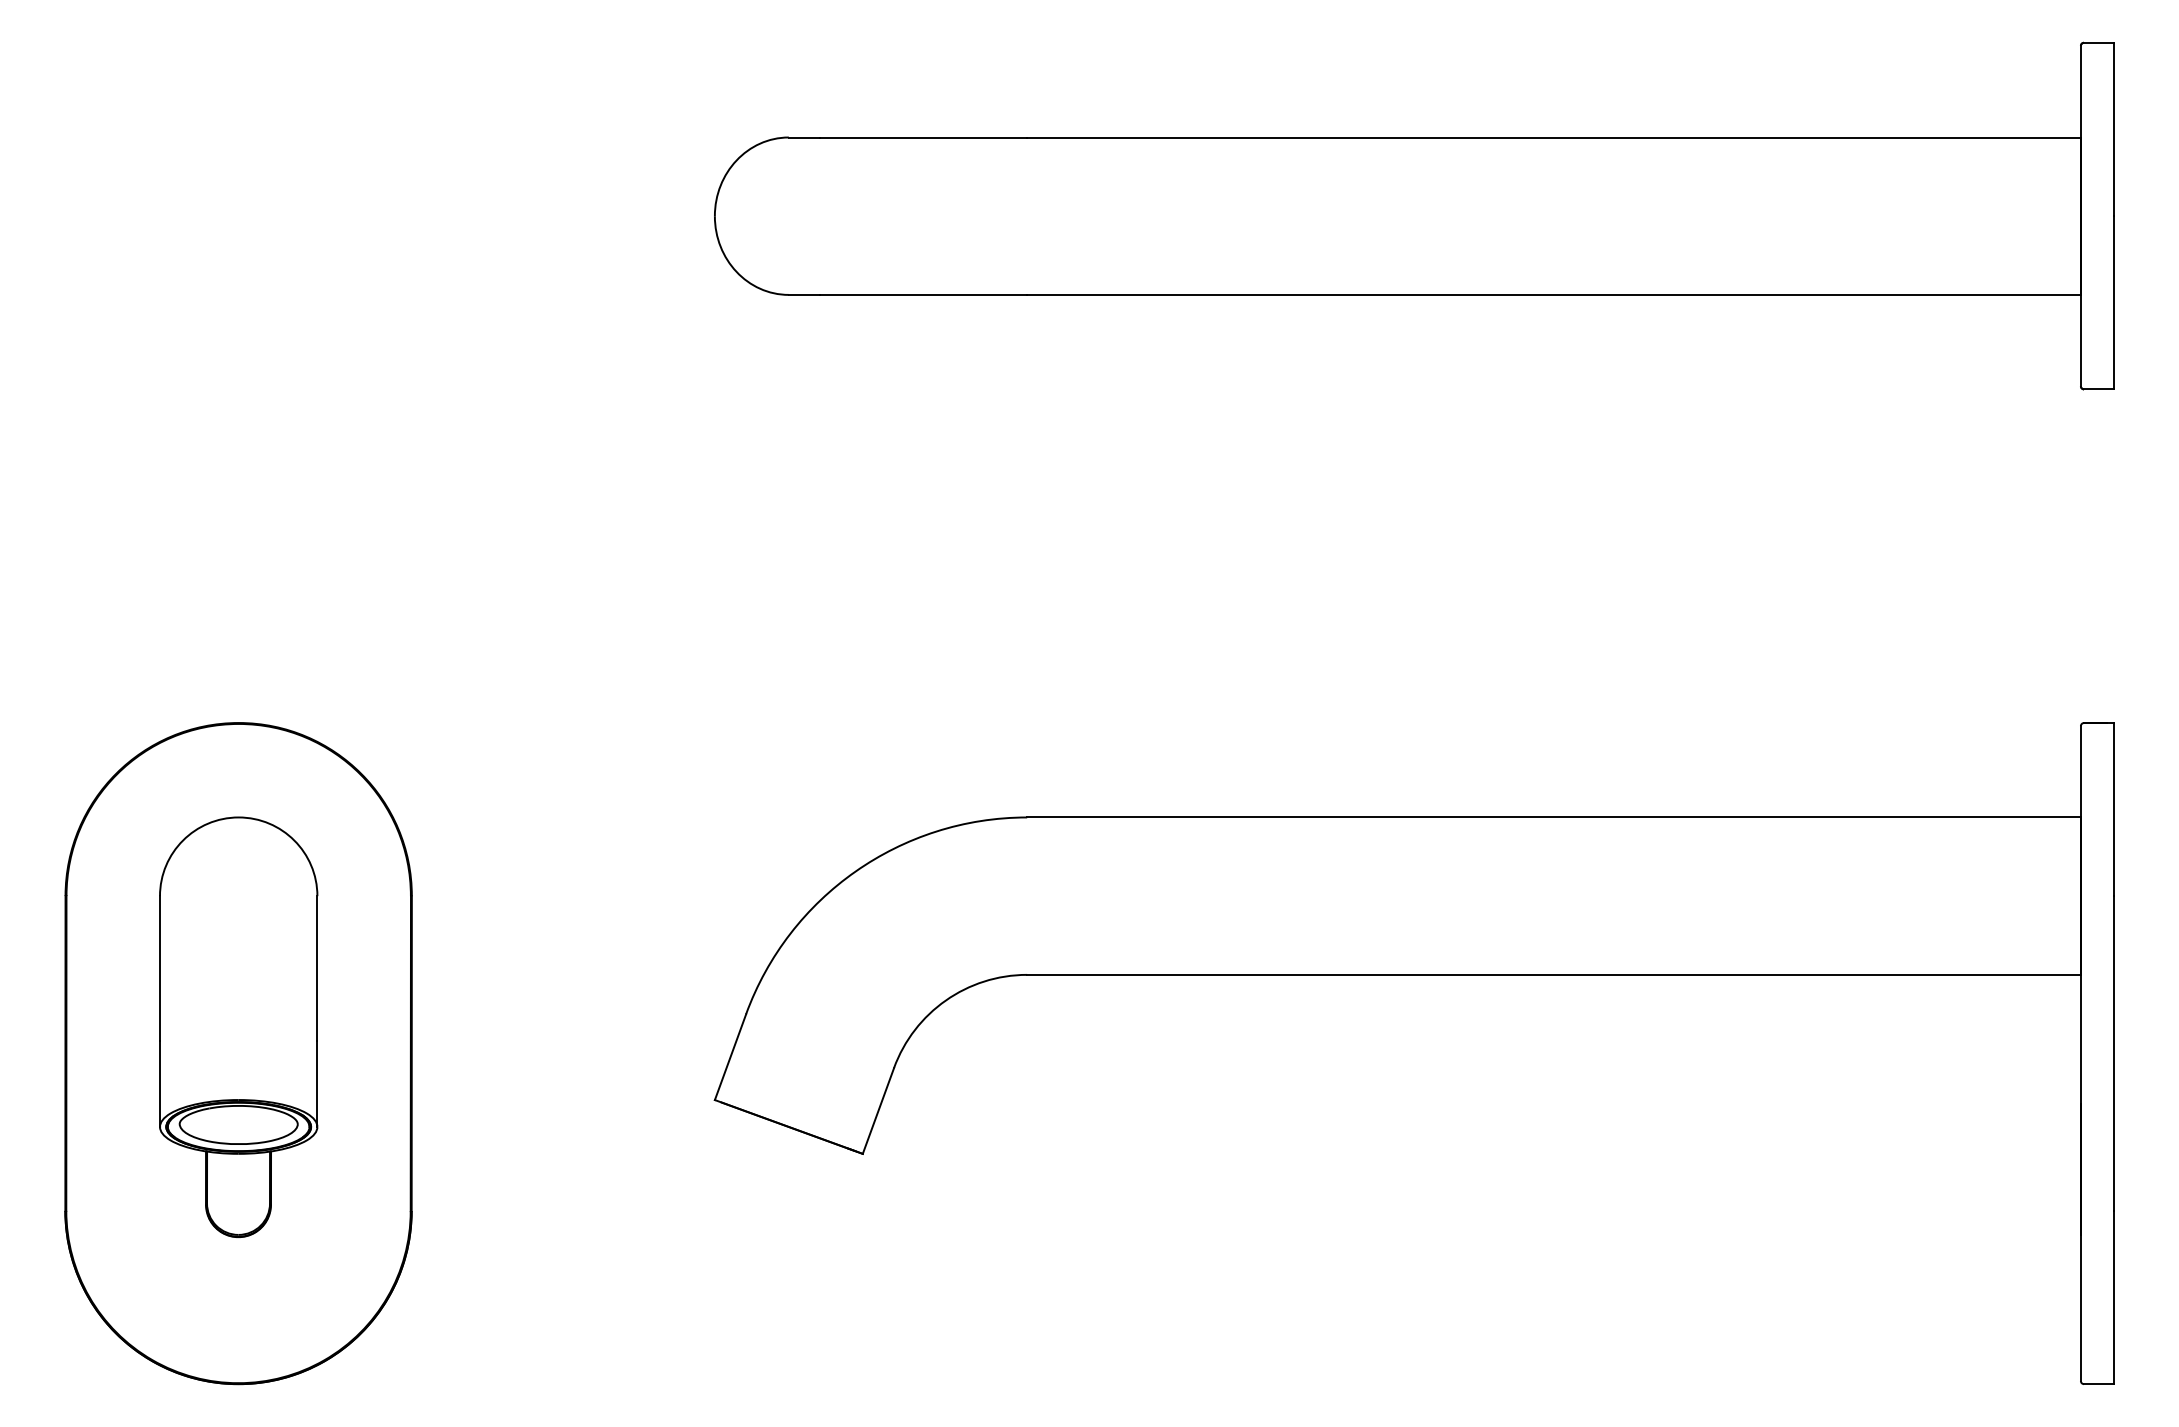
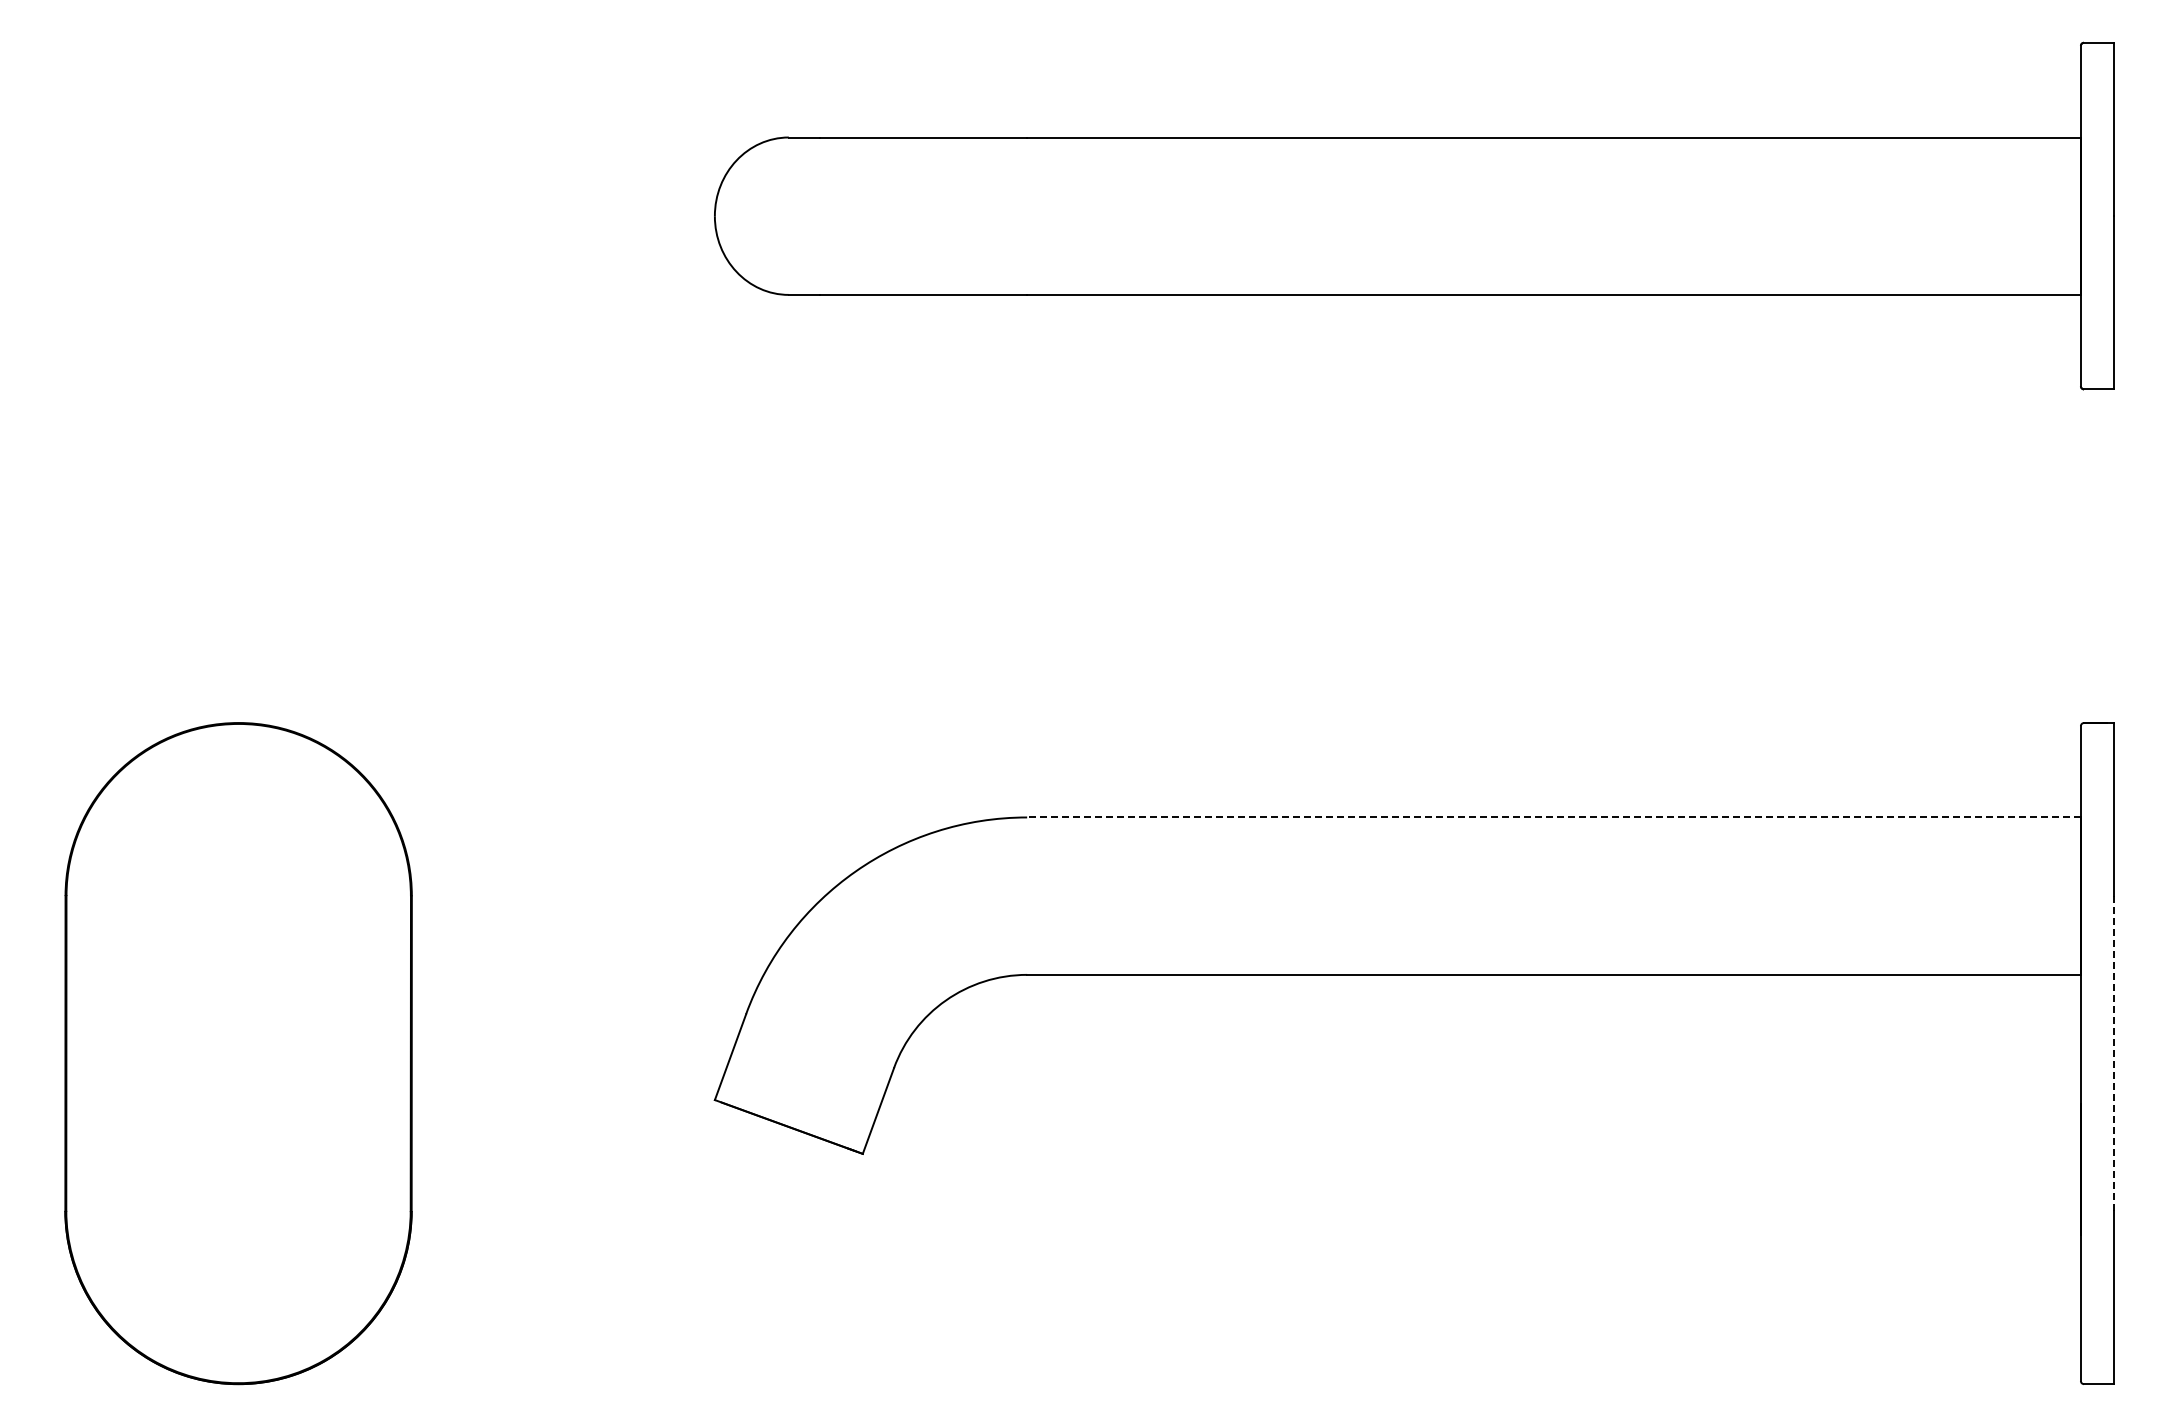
line at (1554, 817): solid -> dashed
part at (238, 1026): present -> none
line at (2113, 1054): solid -> dashed
